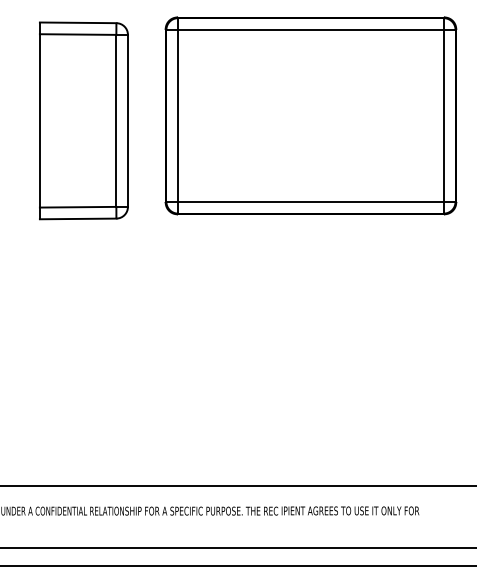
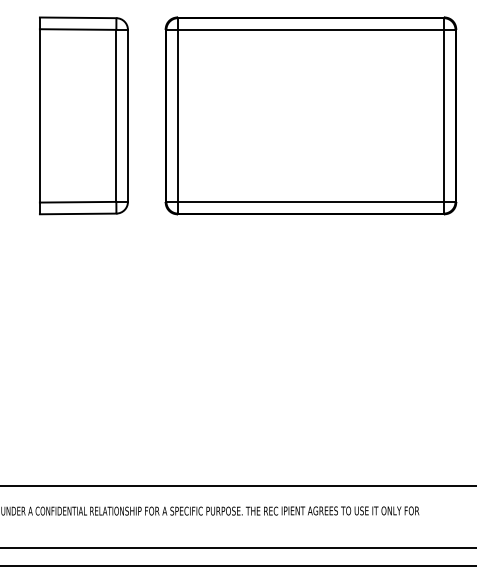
part at (83, 120) position: (83, 120) -> (83, 115)
